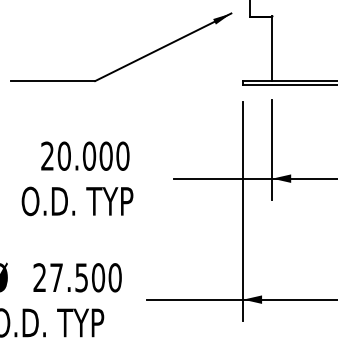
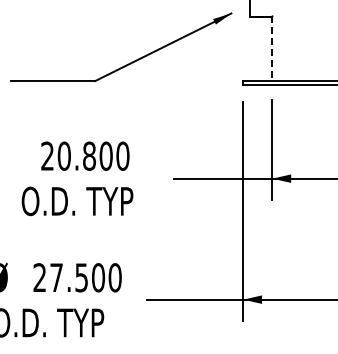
line at (272, 49): solid -> dashed
text at (89, 156): 20.000 -> 20.800
